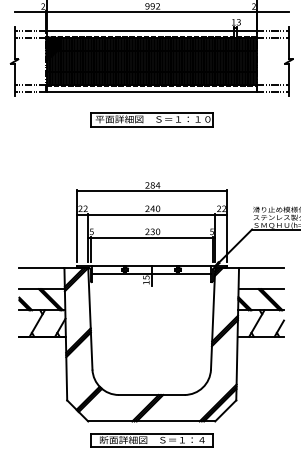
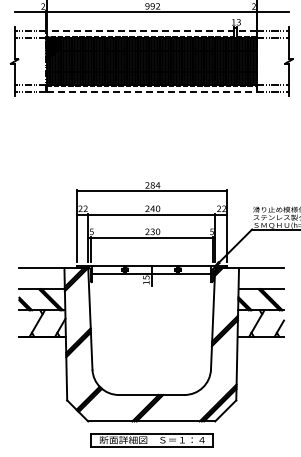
line at (151, 31): solid -> dashed
line at (151, 91): solid -> dashed
part at (151, 119): present -> none
